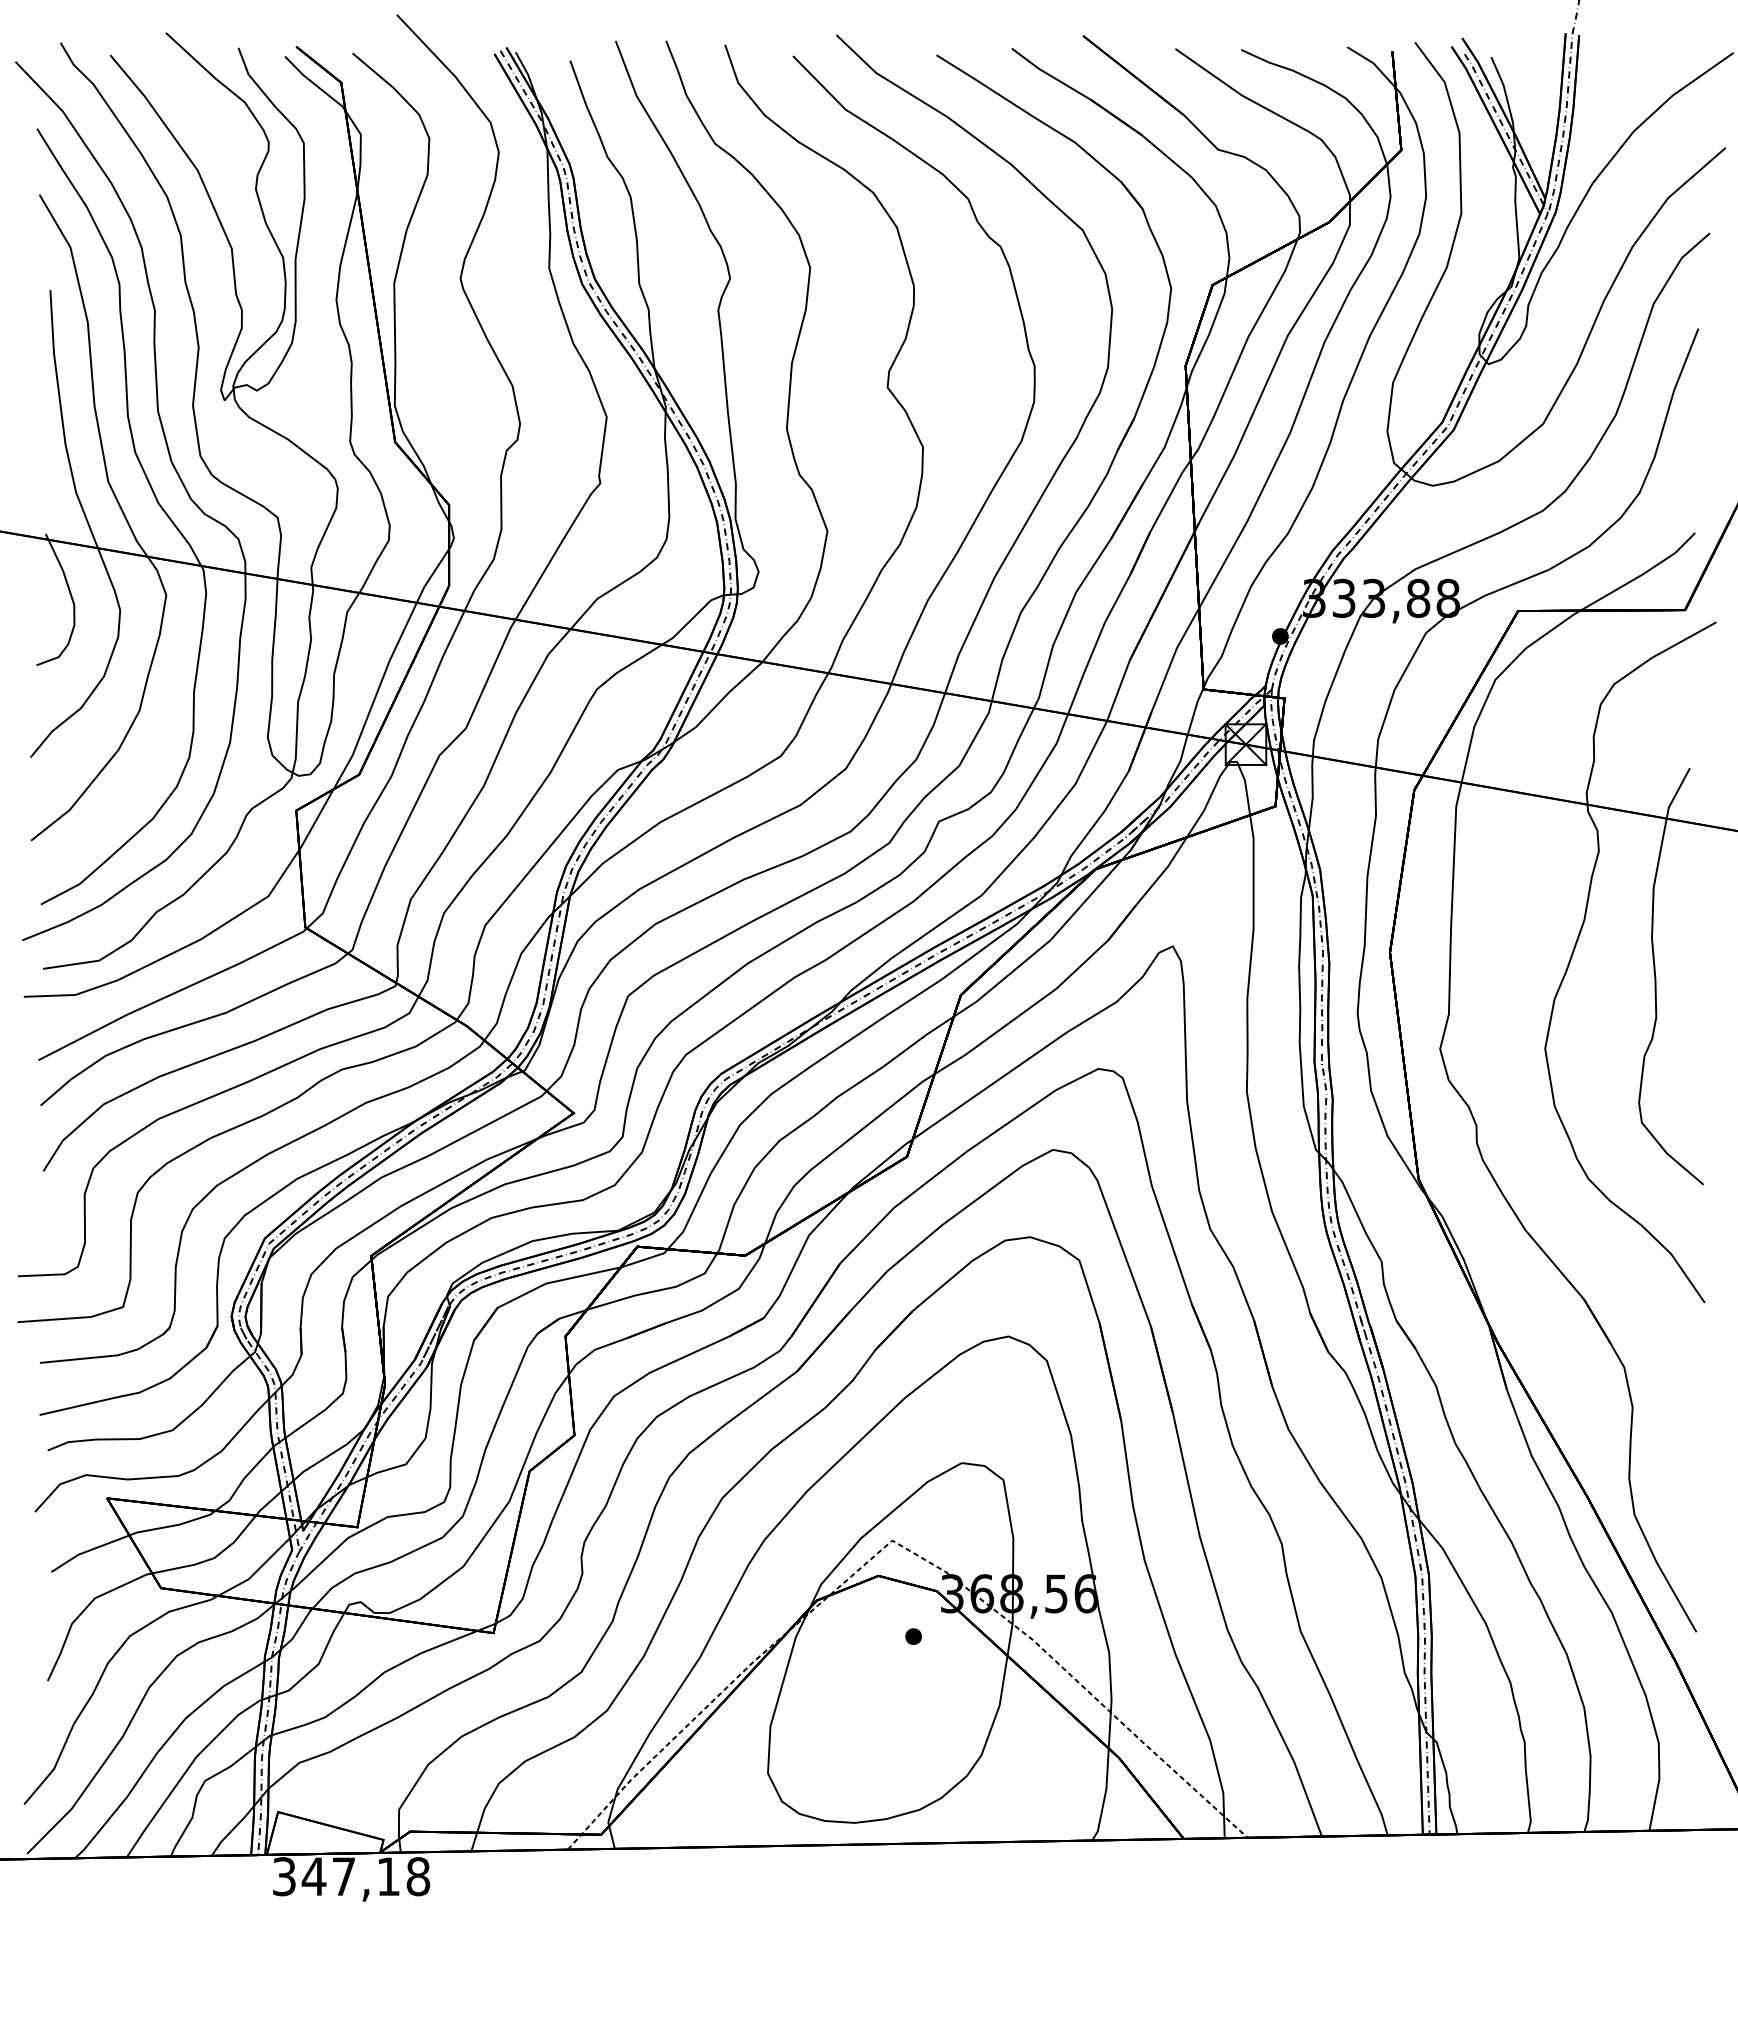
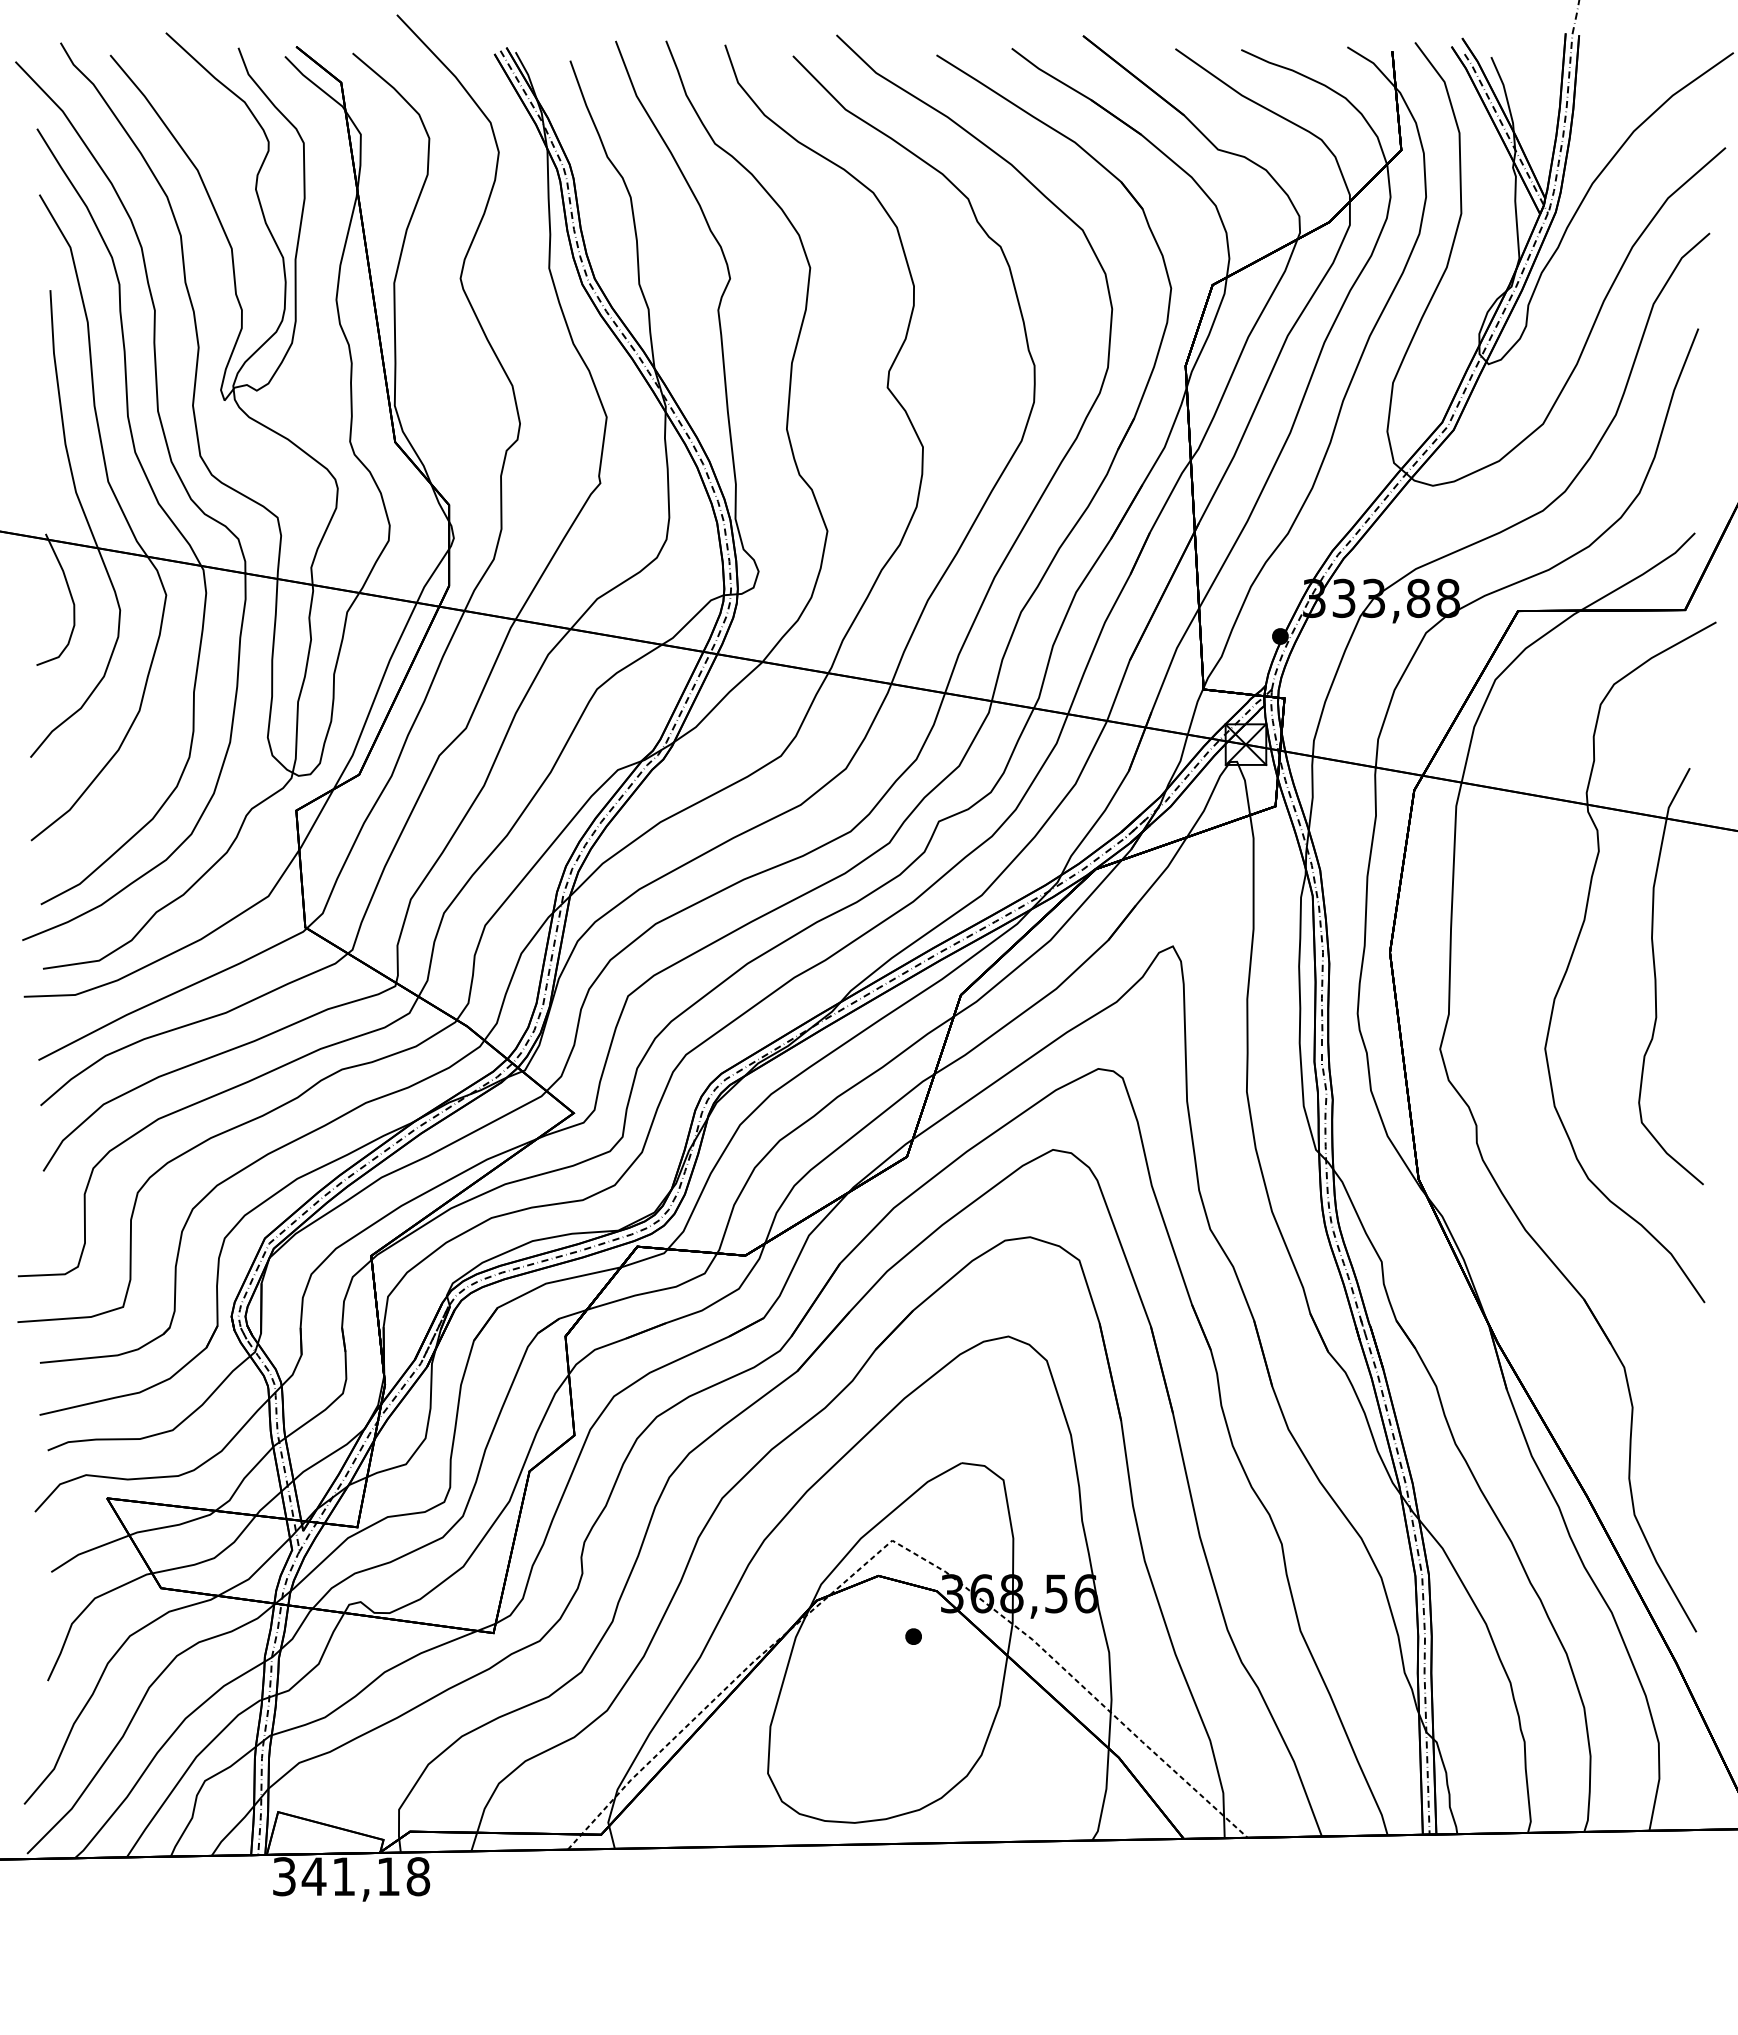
text at (343, 1876): 347,18 -> 341,18
